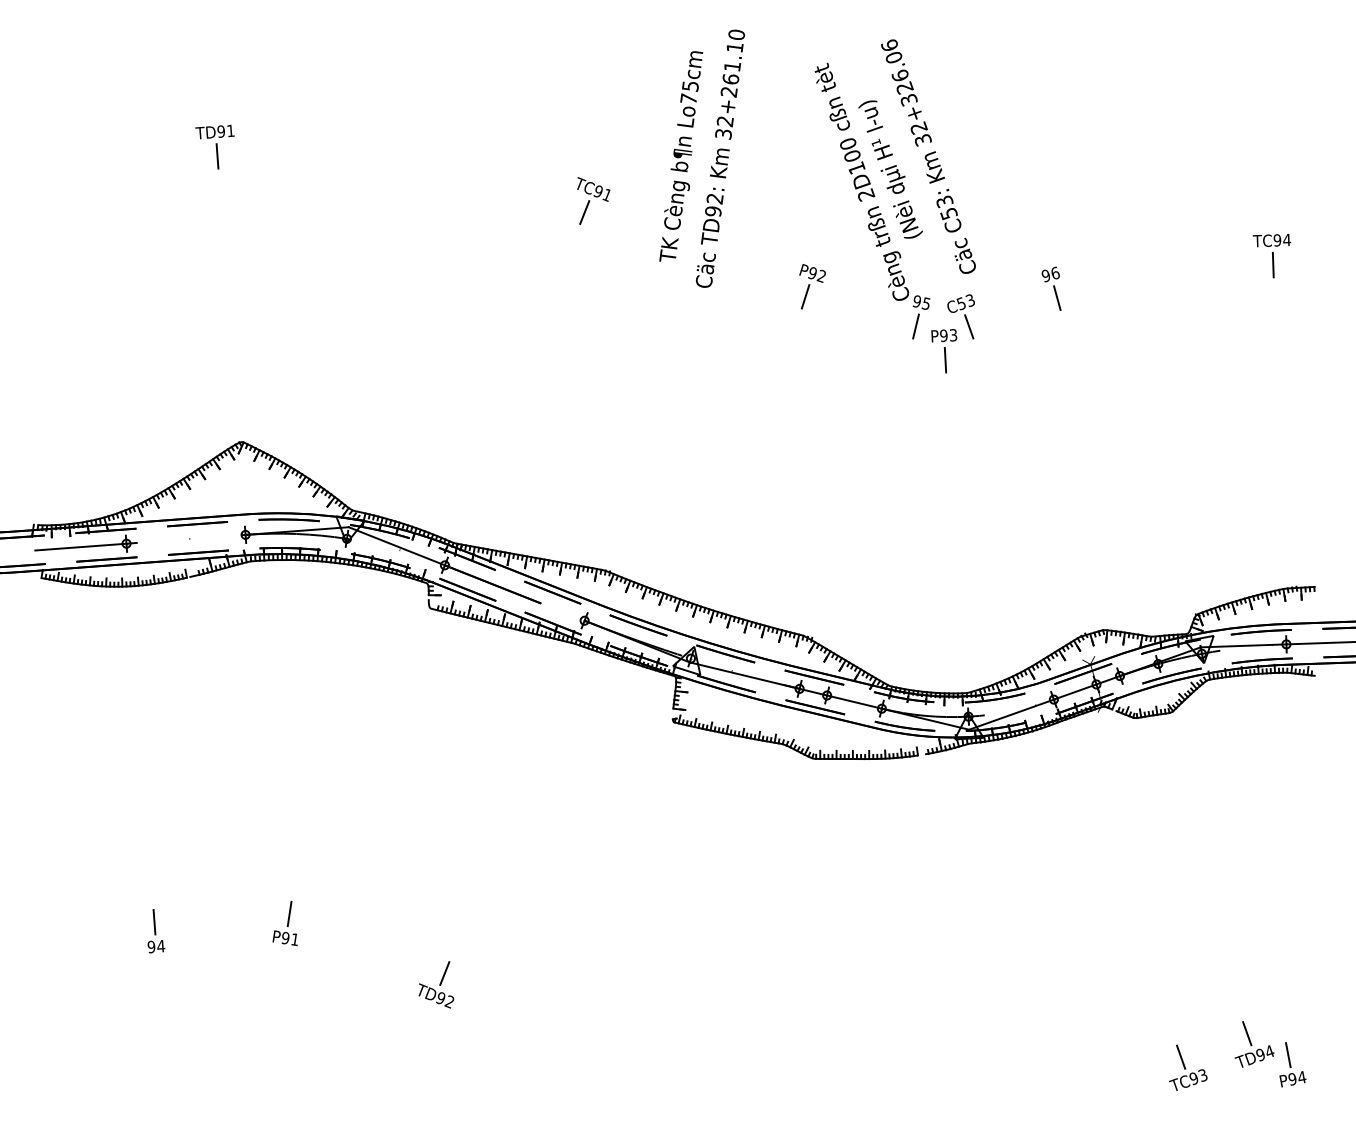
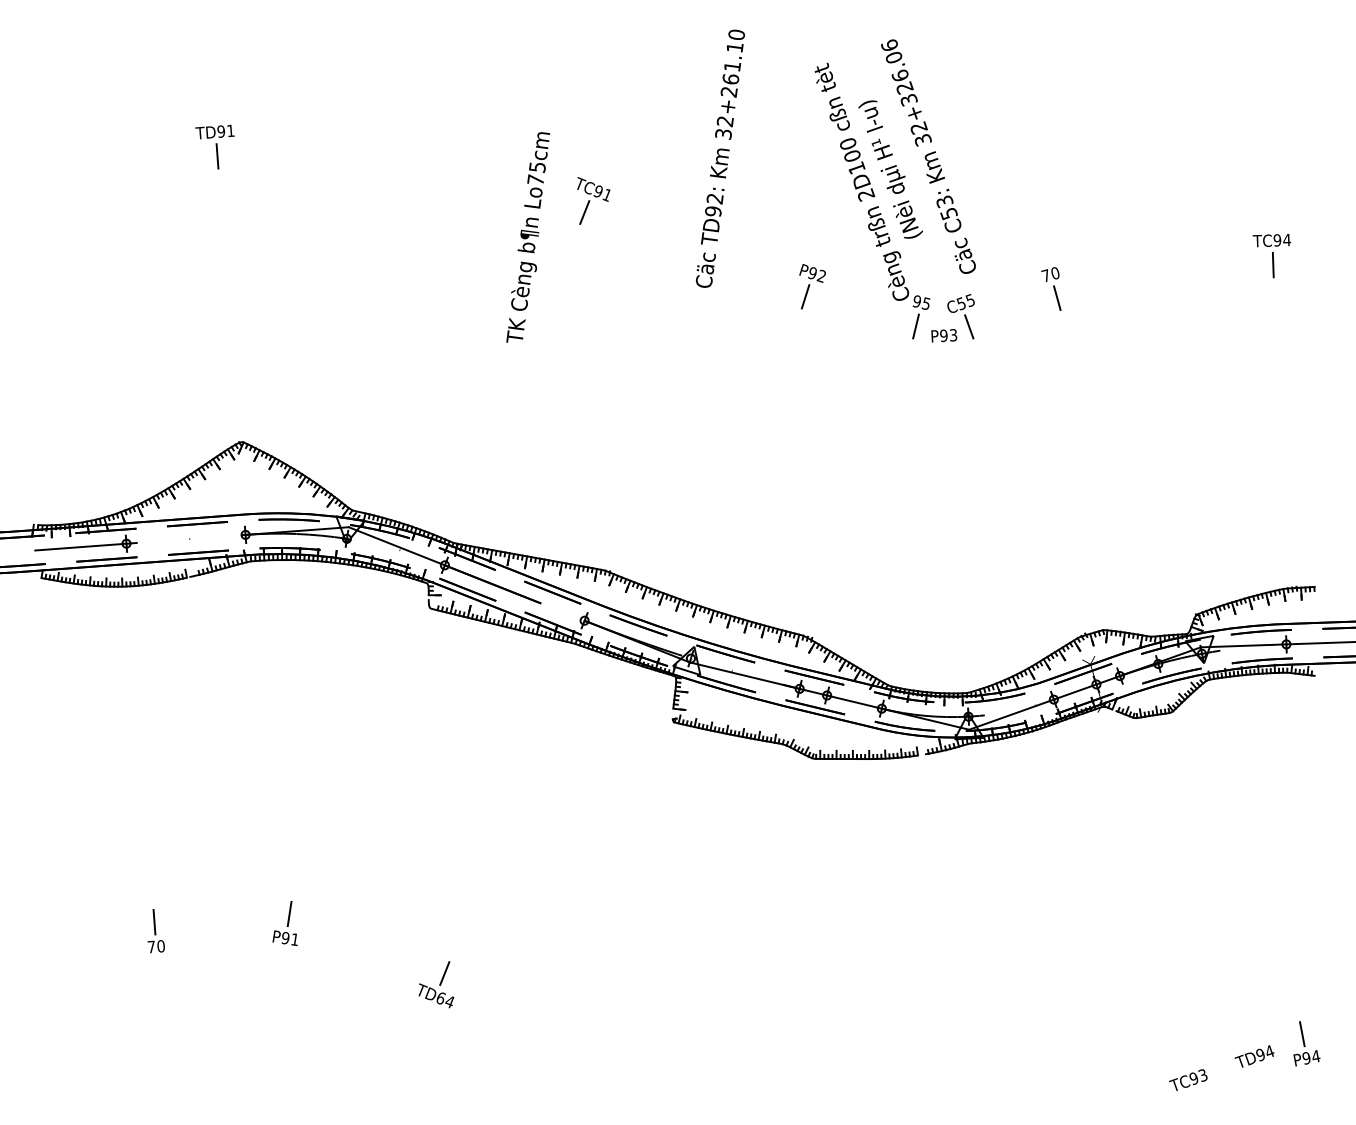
text at (681, 156) position: (681, 156) -> (528, 237)
text at (1050, 274): 96 -> 70
text at (969, 299): C53 -> C55
line at (945, 360): present -> none
text at (156, 946): 94 -> 70
text at (445, 1000): TD92 -> TD64
line at (1247, 1033): present -> none
line at (1180, 1056): present -> none
part at (1292, 1064) position: (1292, 1064) -> (1306, 1043)
